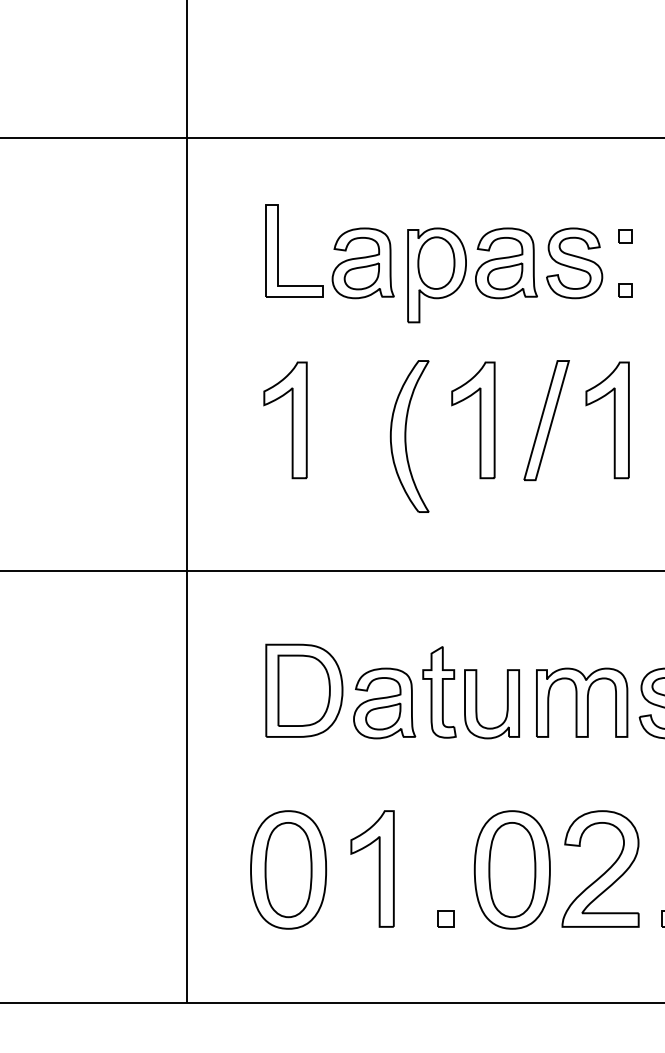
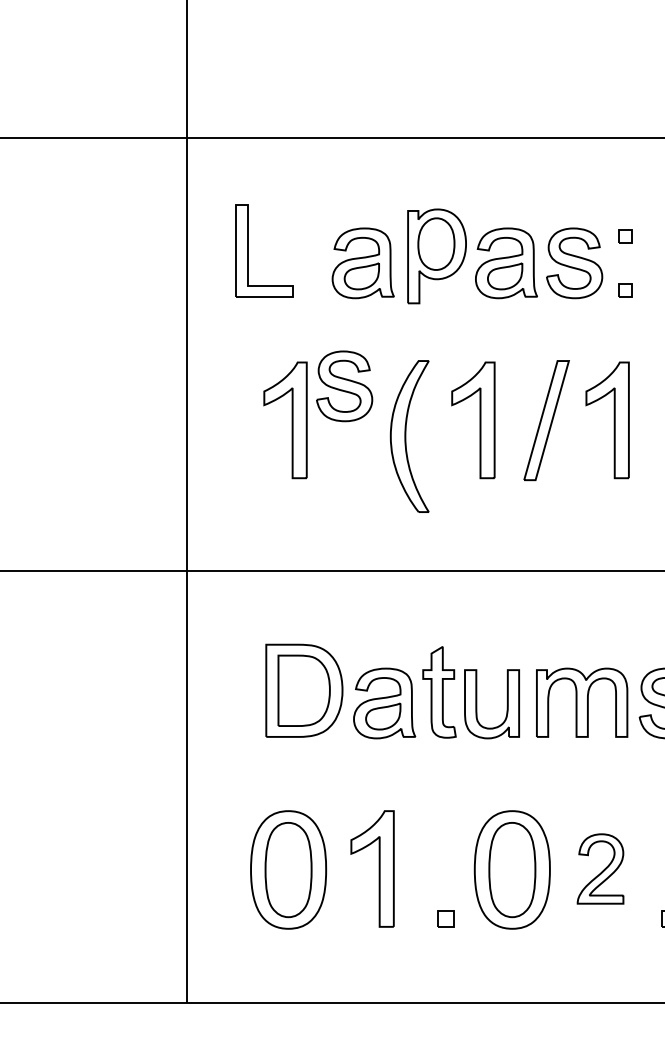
part at (278, 250) position: (278, 250) -> (248, 250)
part at (436, 275) position: (436, 275) -> (436, 256)
part at (344, 386): none -> present
part at (600, 868) size: 79x118 px -> 49x72 px
